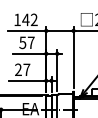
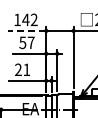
line at (26, 30): solid -> dashed
text at (26, 69): 27 -> 21
